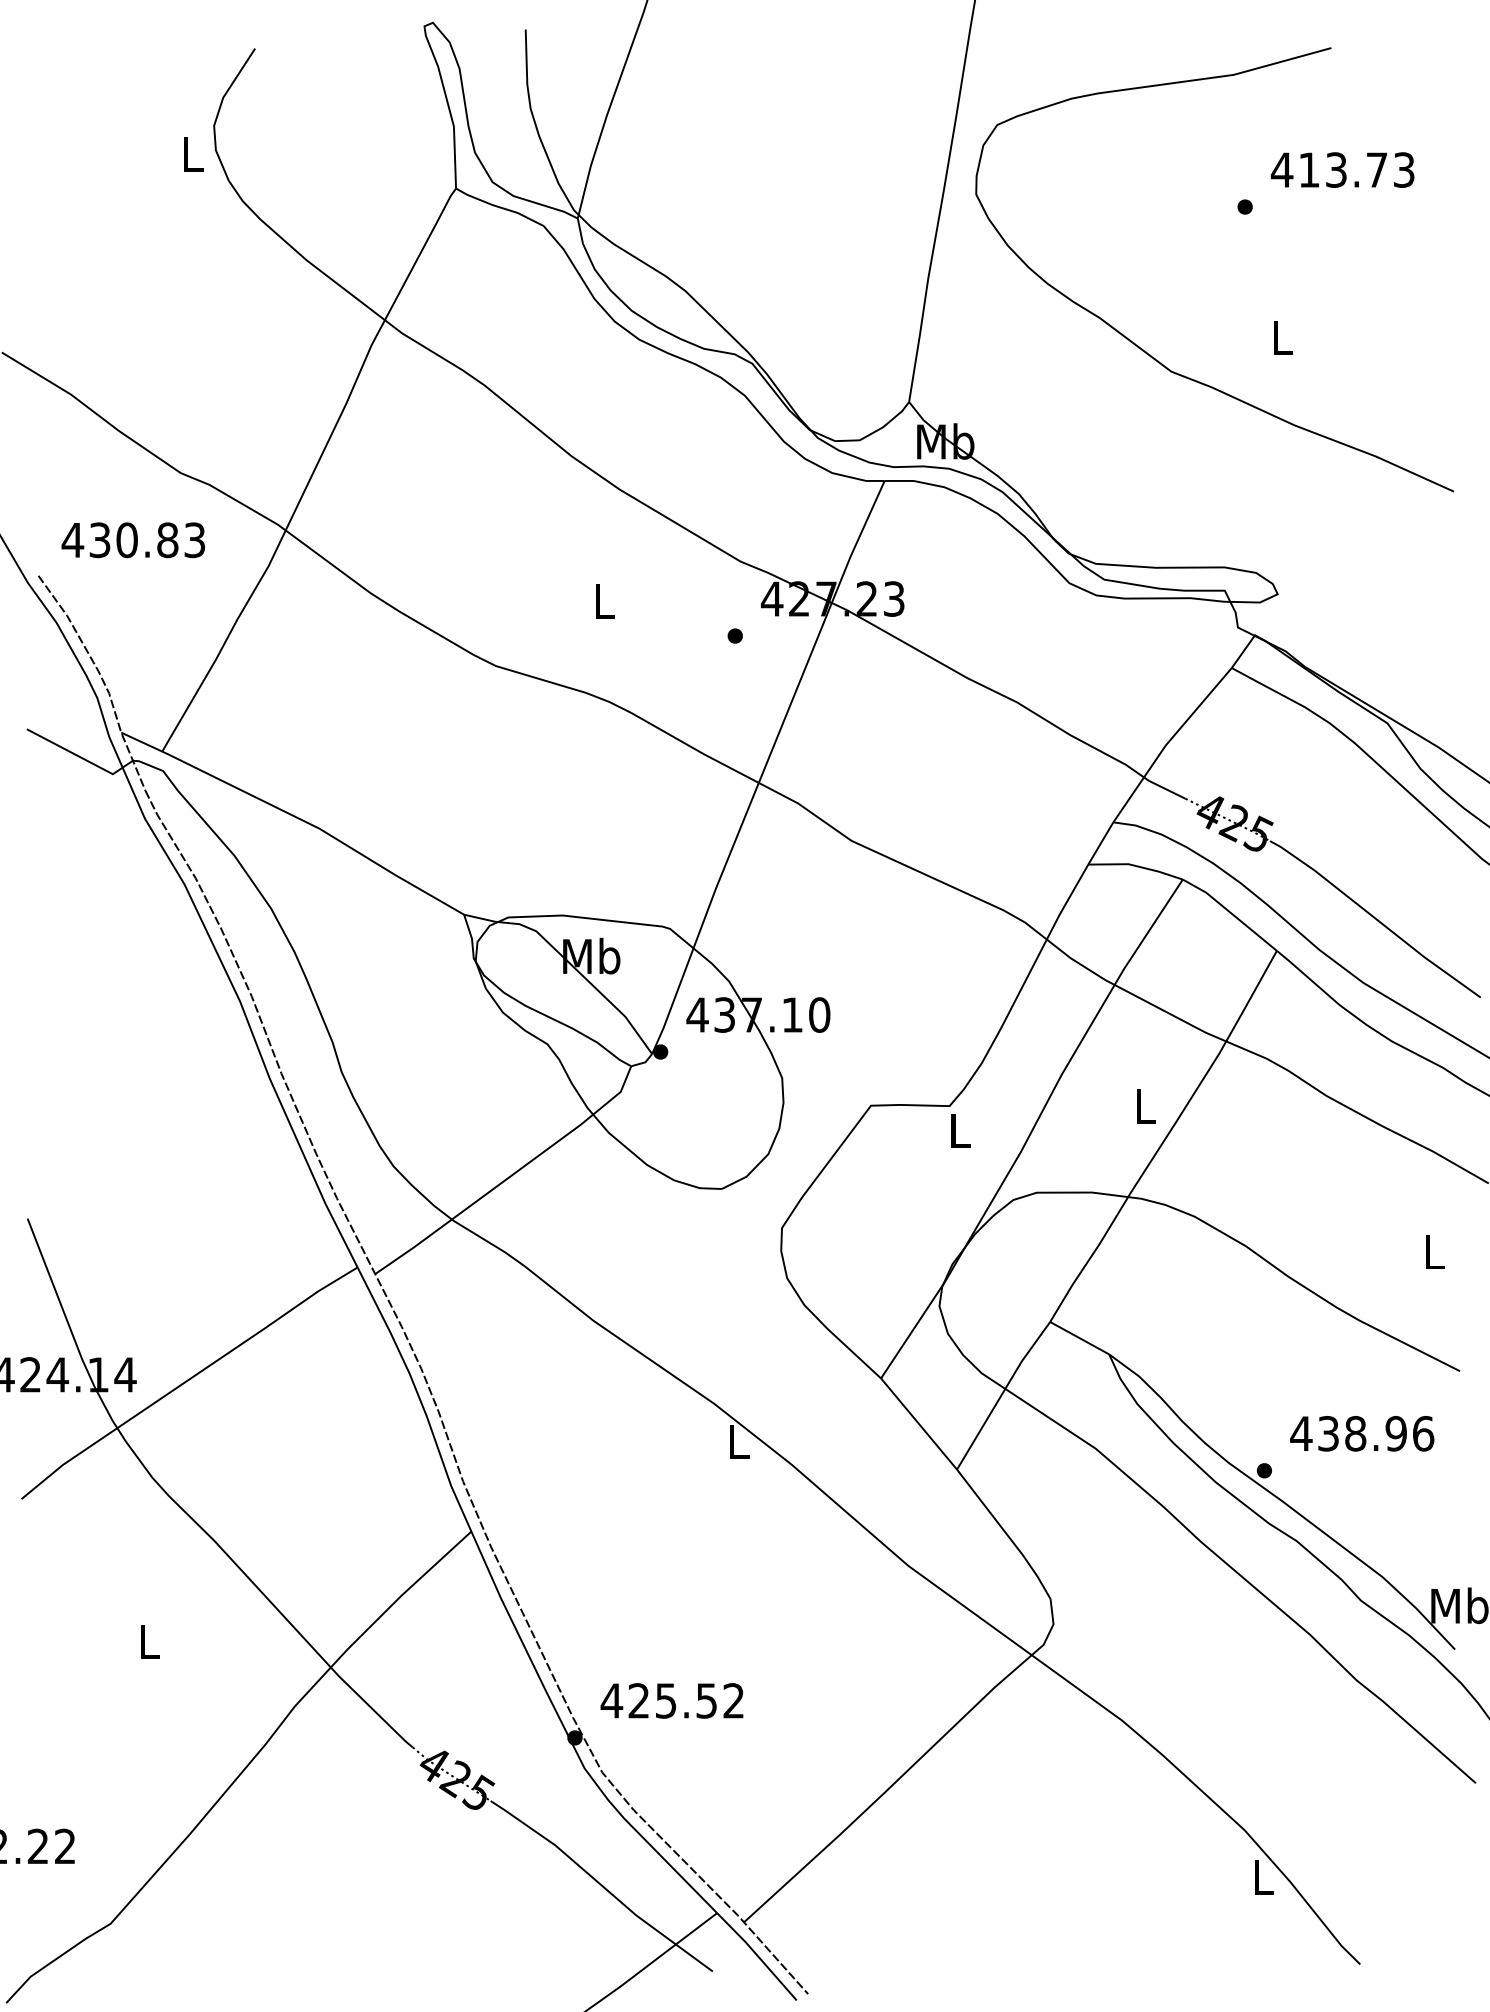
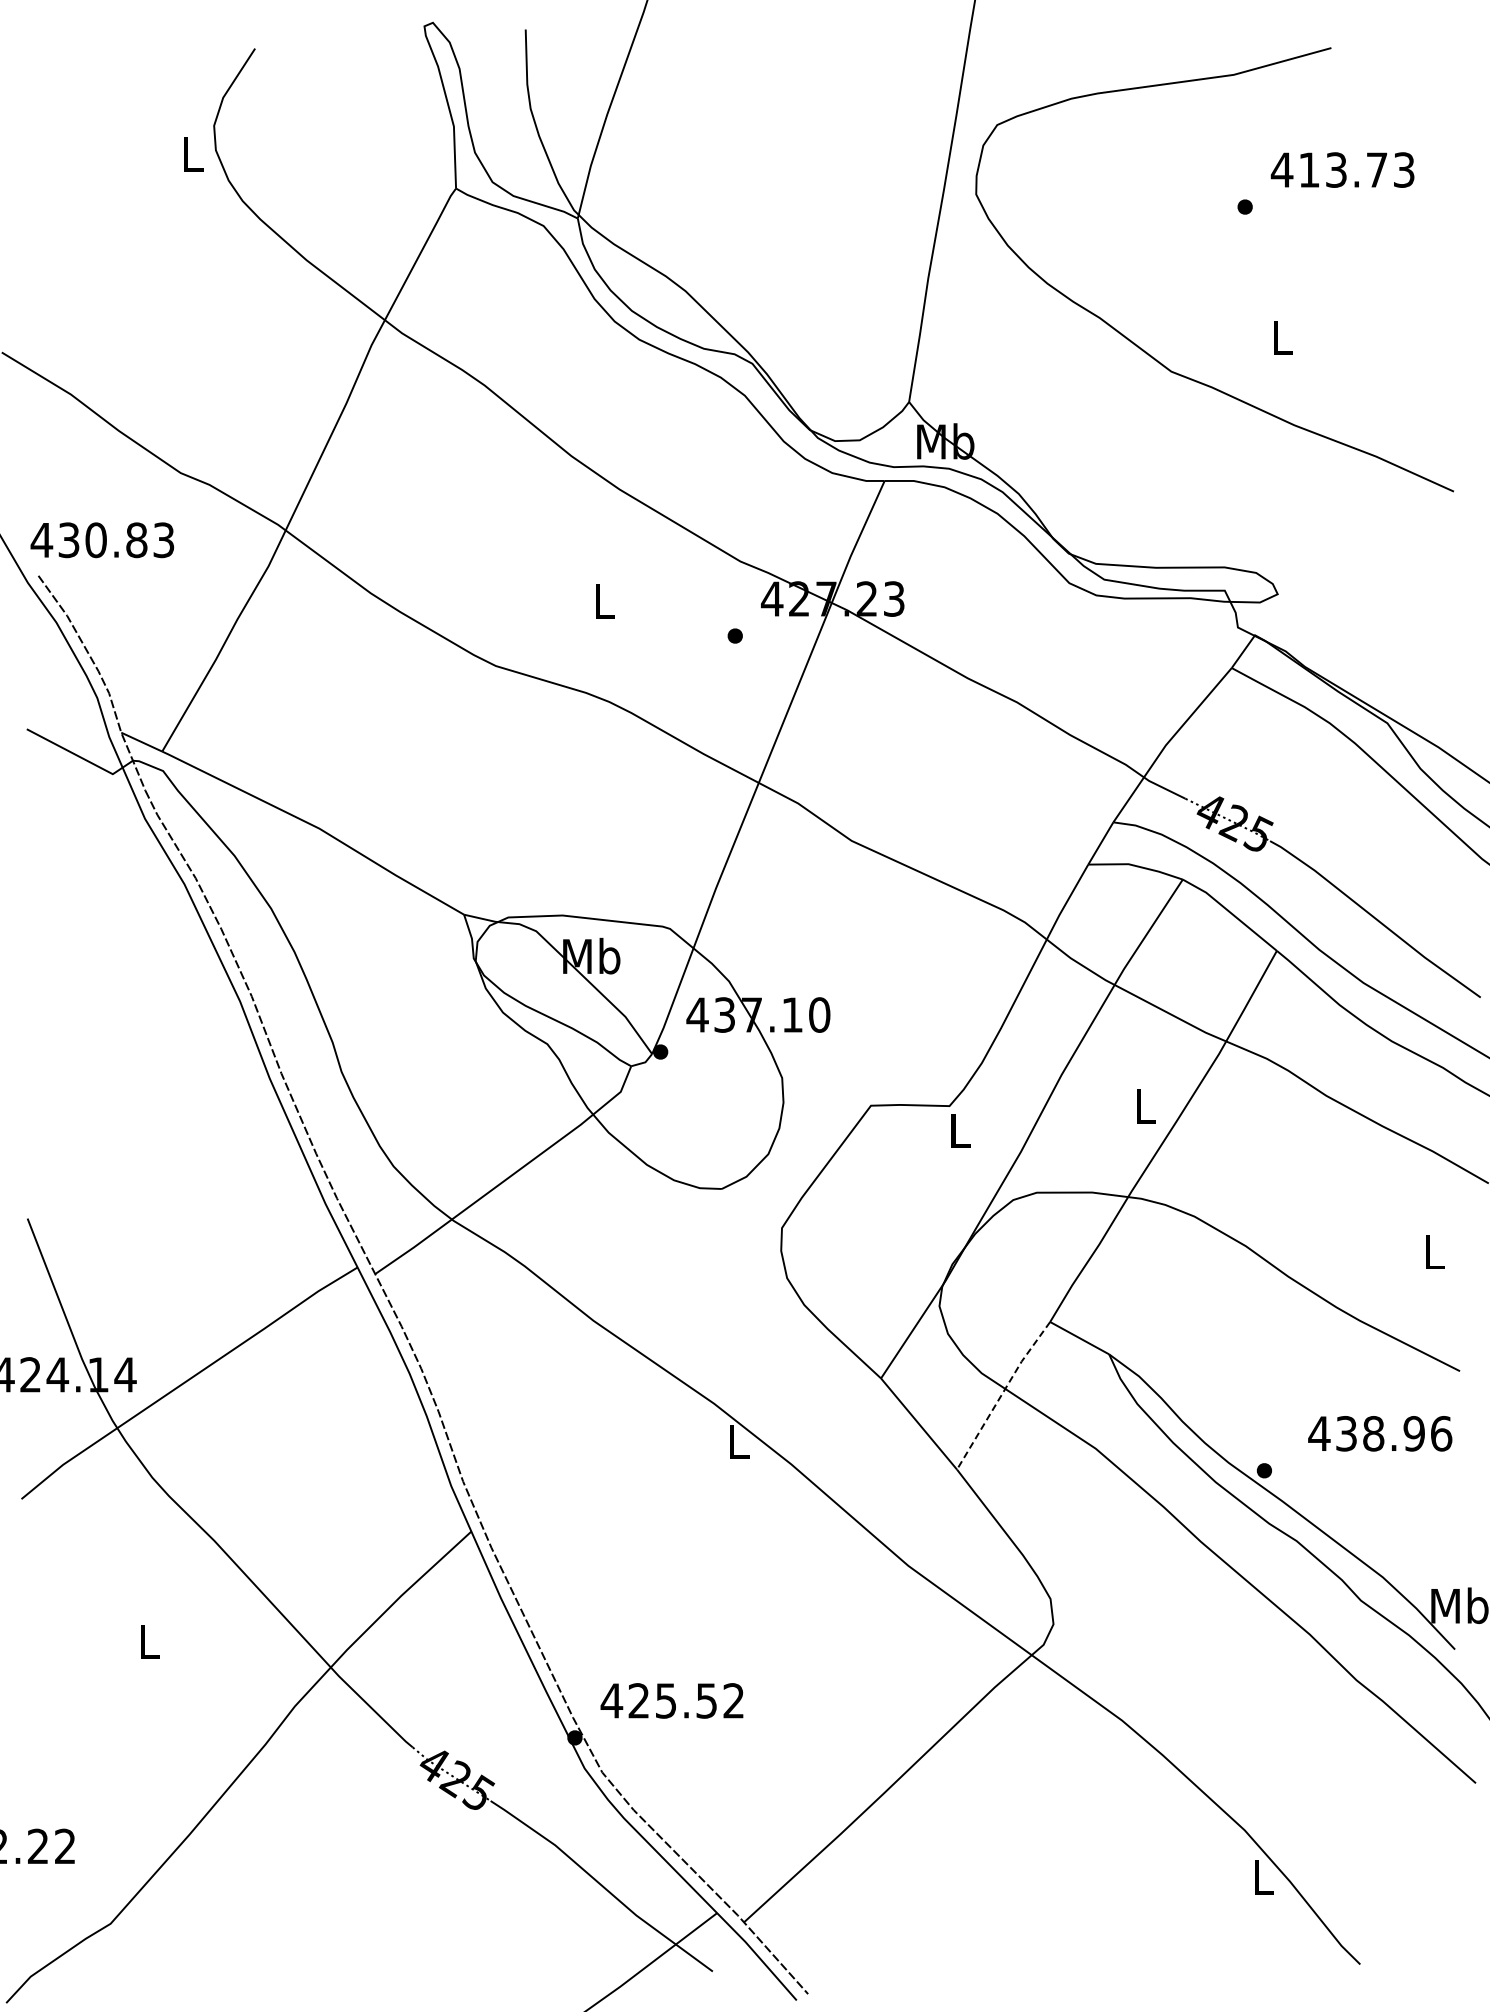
text at (133, 540) position: (133, 540) -> (102, 540)
line at (1001, 1394): solid -> dashed
text at (1362, 1433) position: (1362, 1433) -> (1380, 1433)
